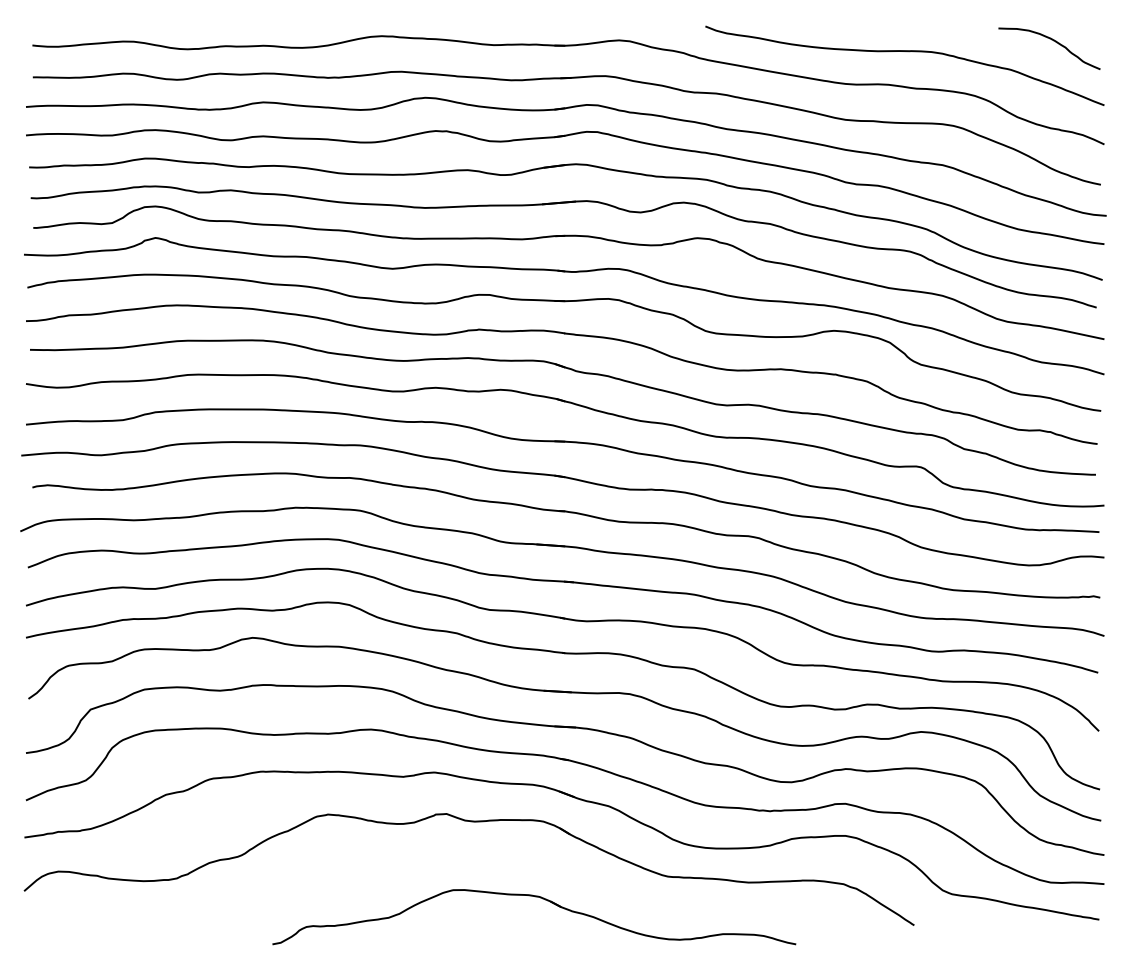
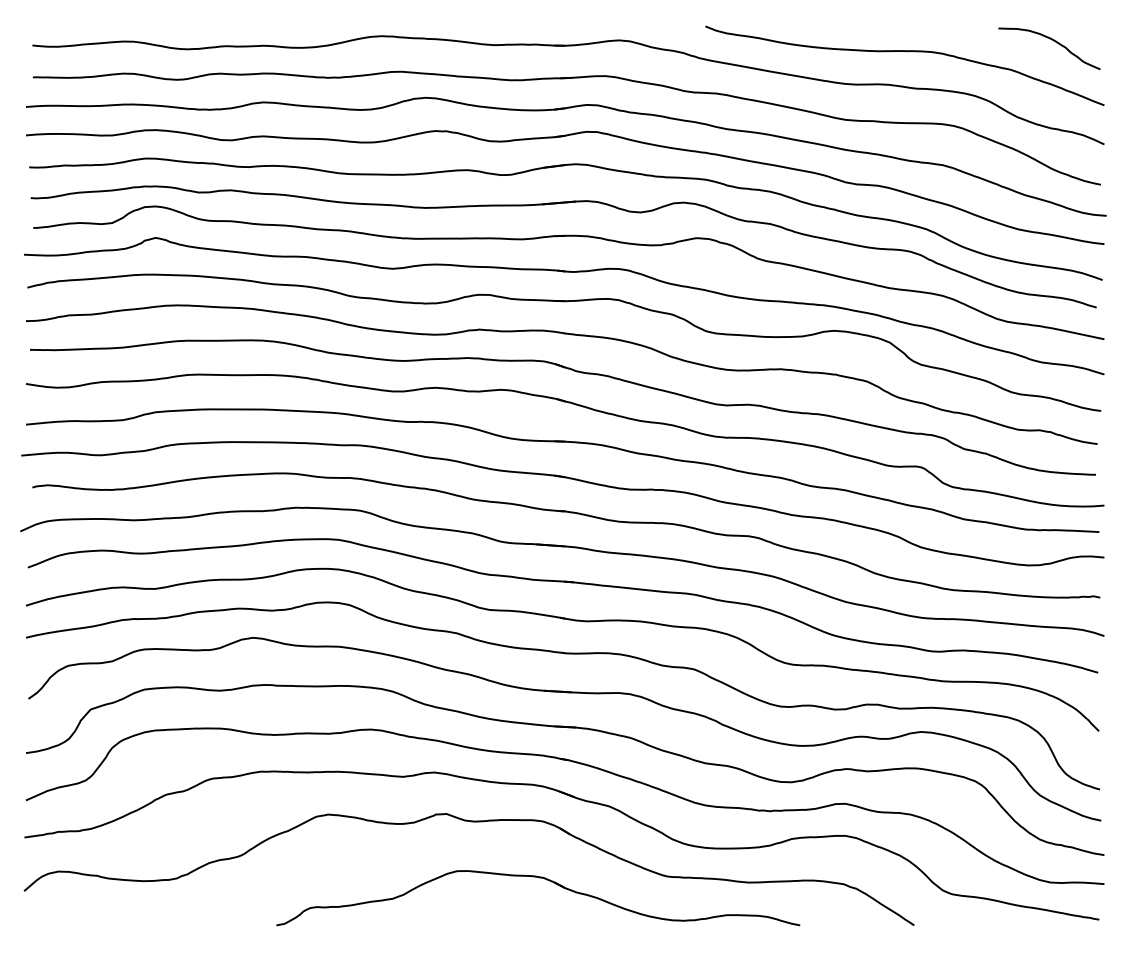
part at (542, 899) position: (542, 899) -> (546, 880)
